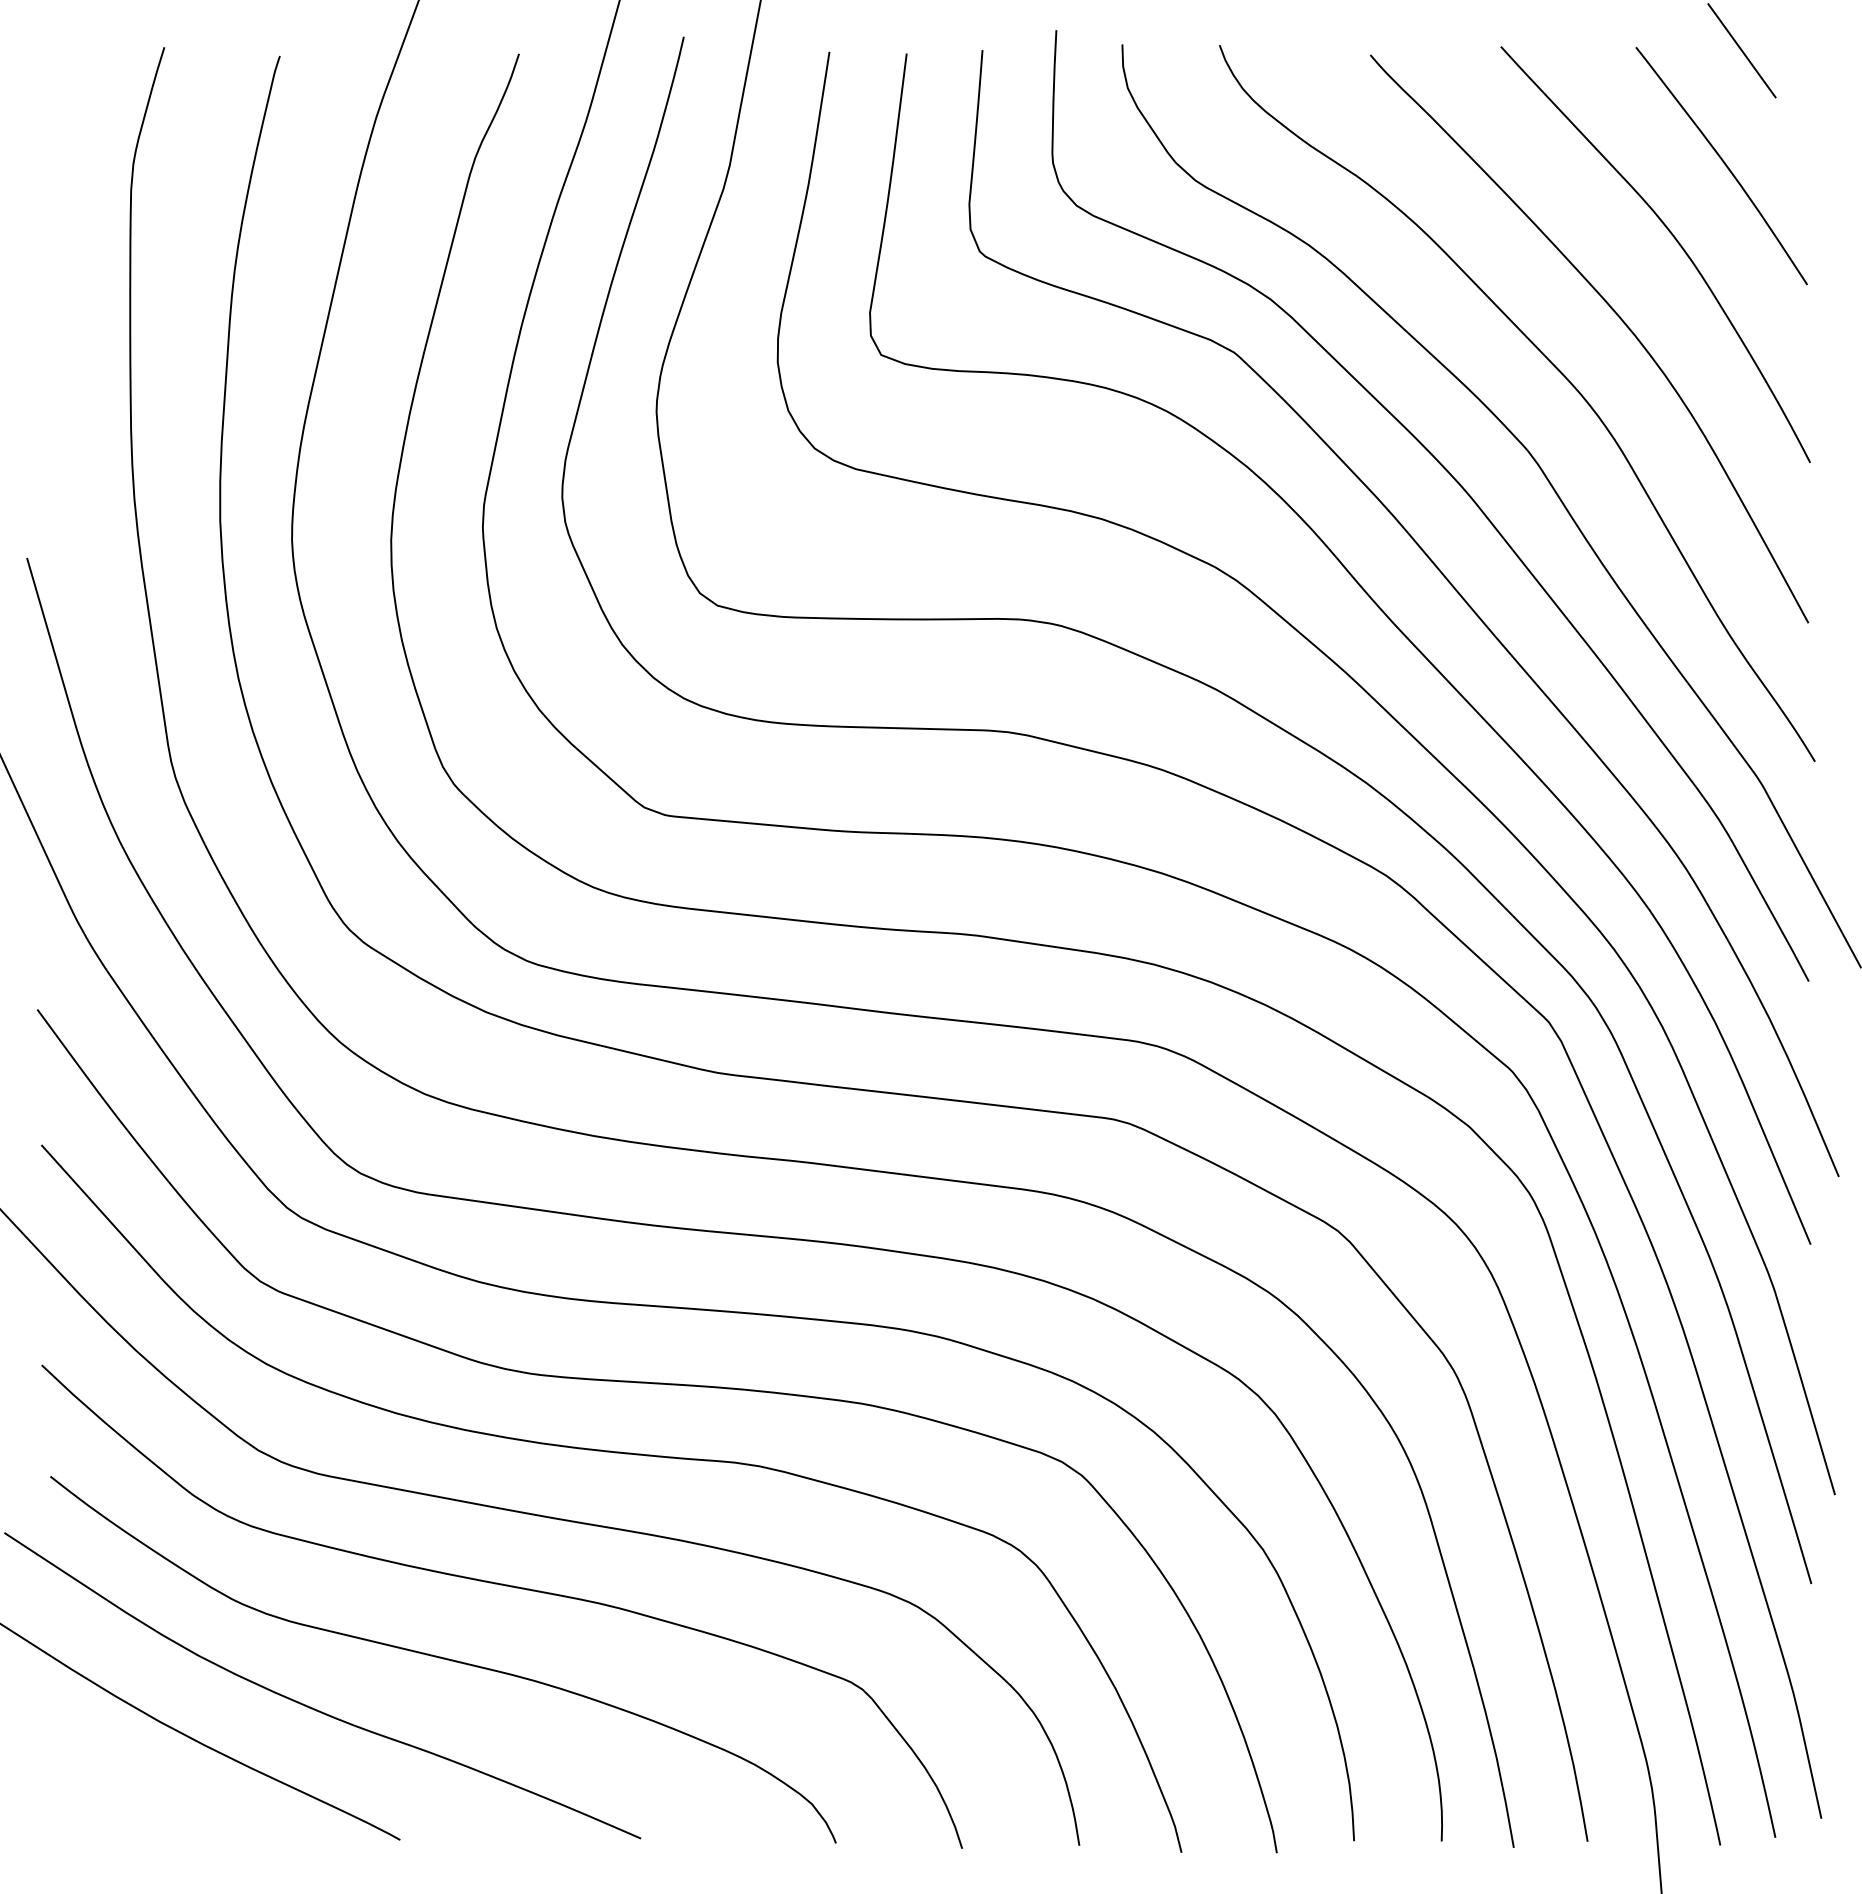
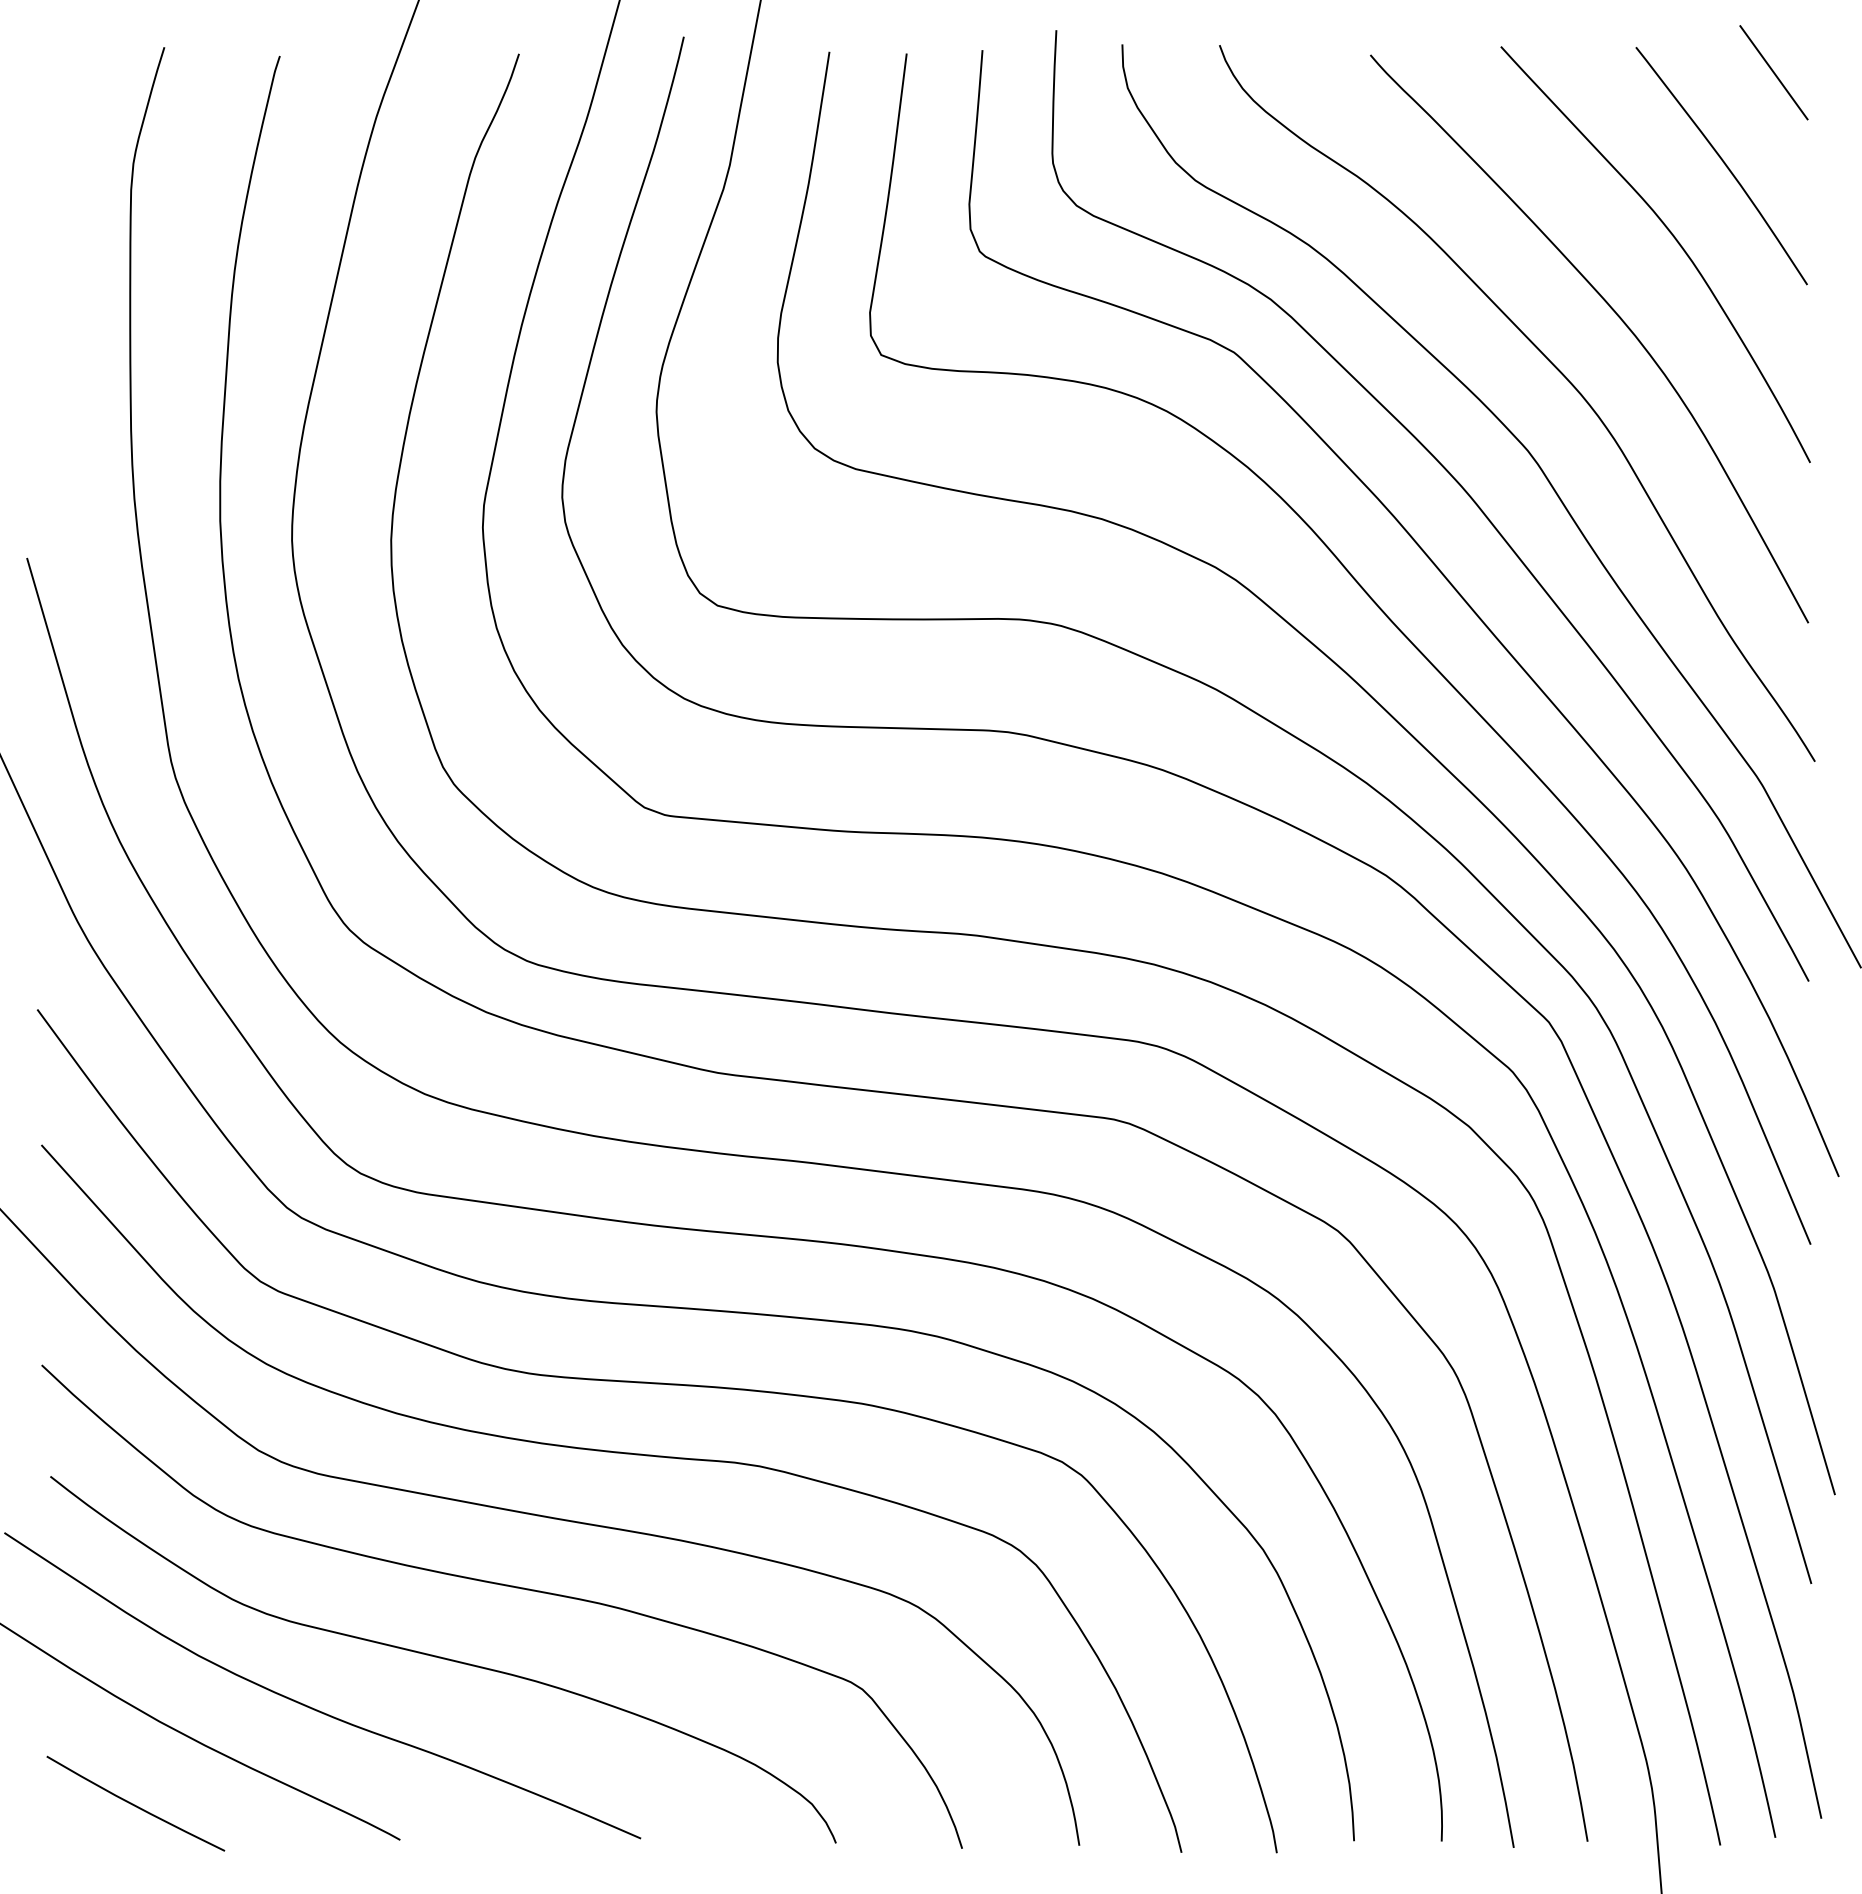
line at (1741, 50) position: (1741, 50) -> (1773, 72)
curve at (135, 1804): none -> present
